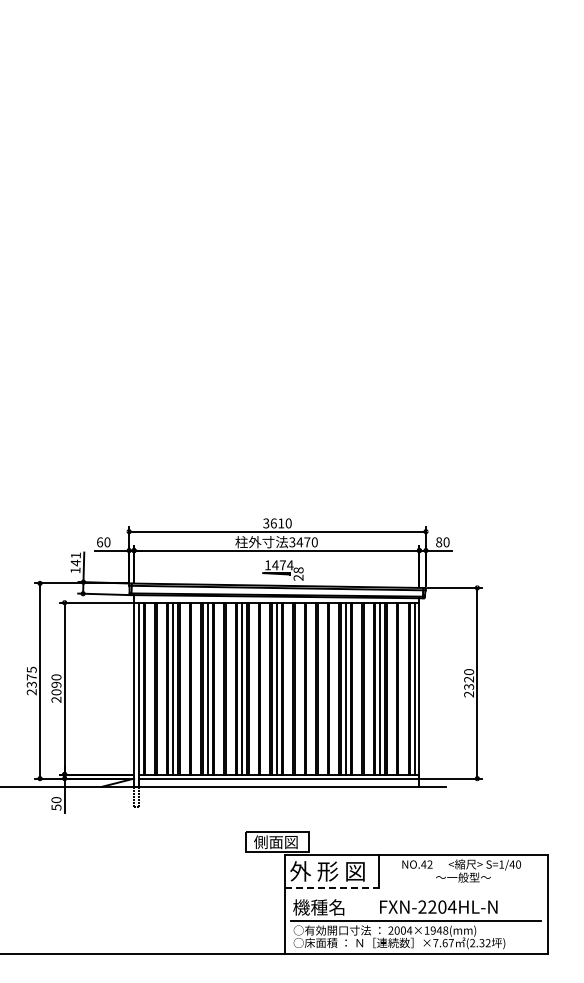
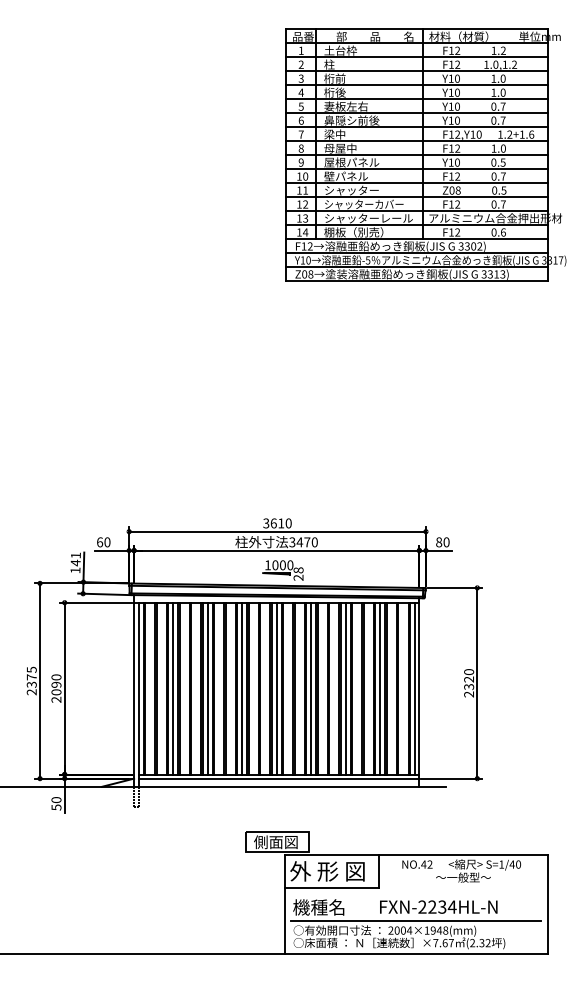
part at (425, 154): none -> present
text at (282, 565): 1474 -> 1000
line at (311, 688): none -> present
line at (332, 887): dashed -> solid
text at (442, 906): FXN-2204HL-N -> FXN-2234HL-N
